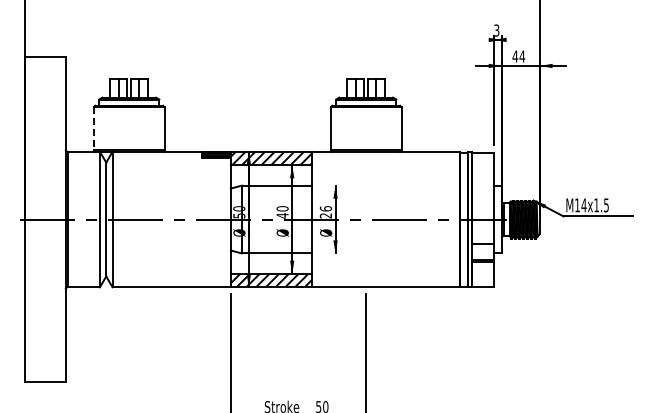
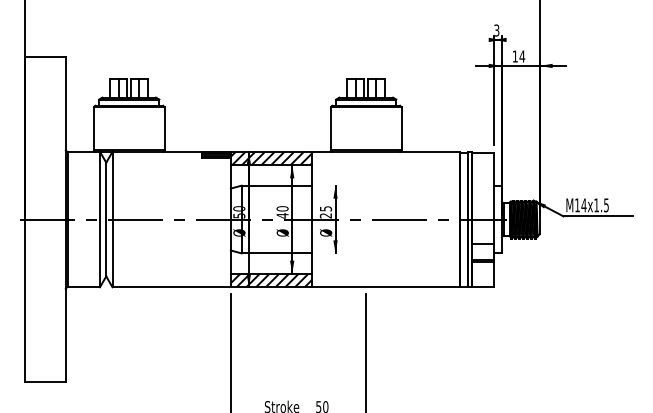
text at (515, 56): 44 -> 14
line at (94, 128): dashed -> solid
text at (325, 208): 26 -> 25
